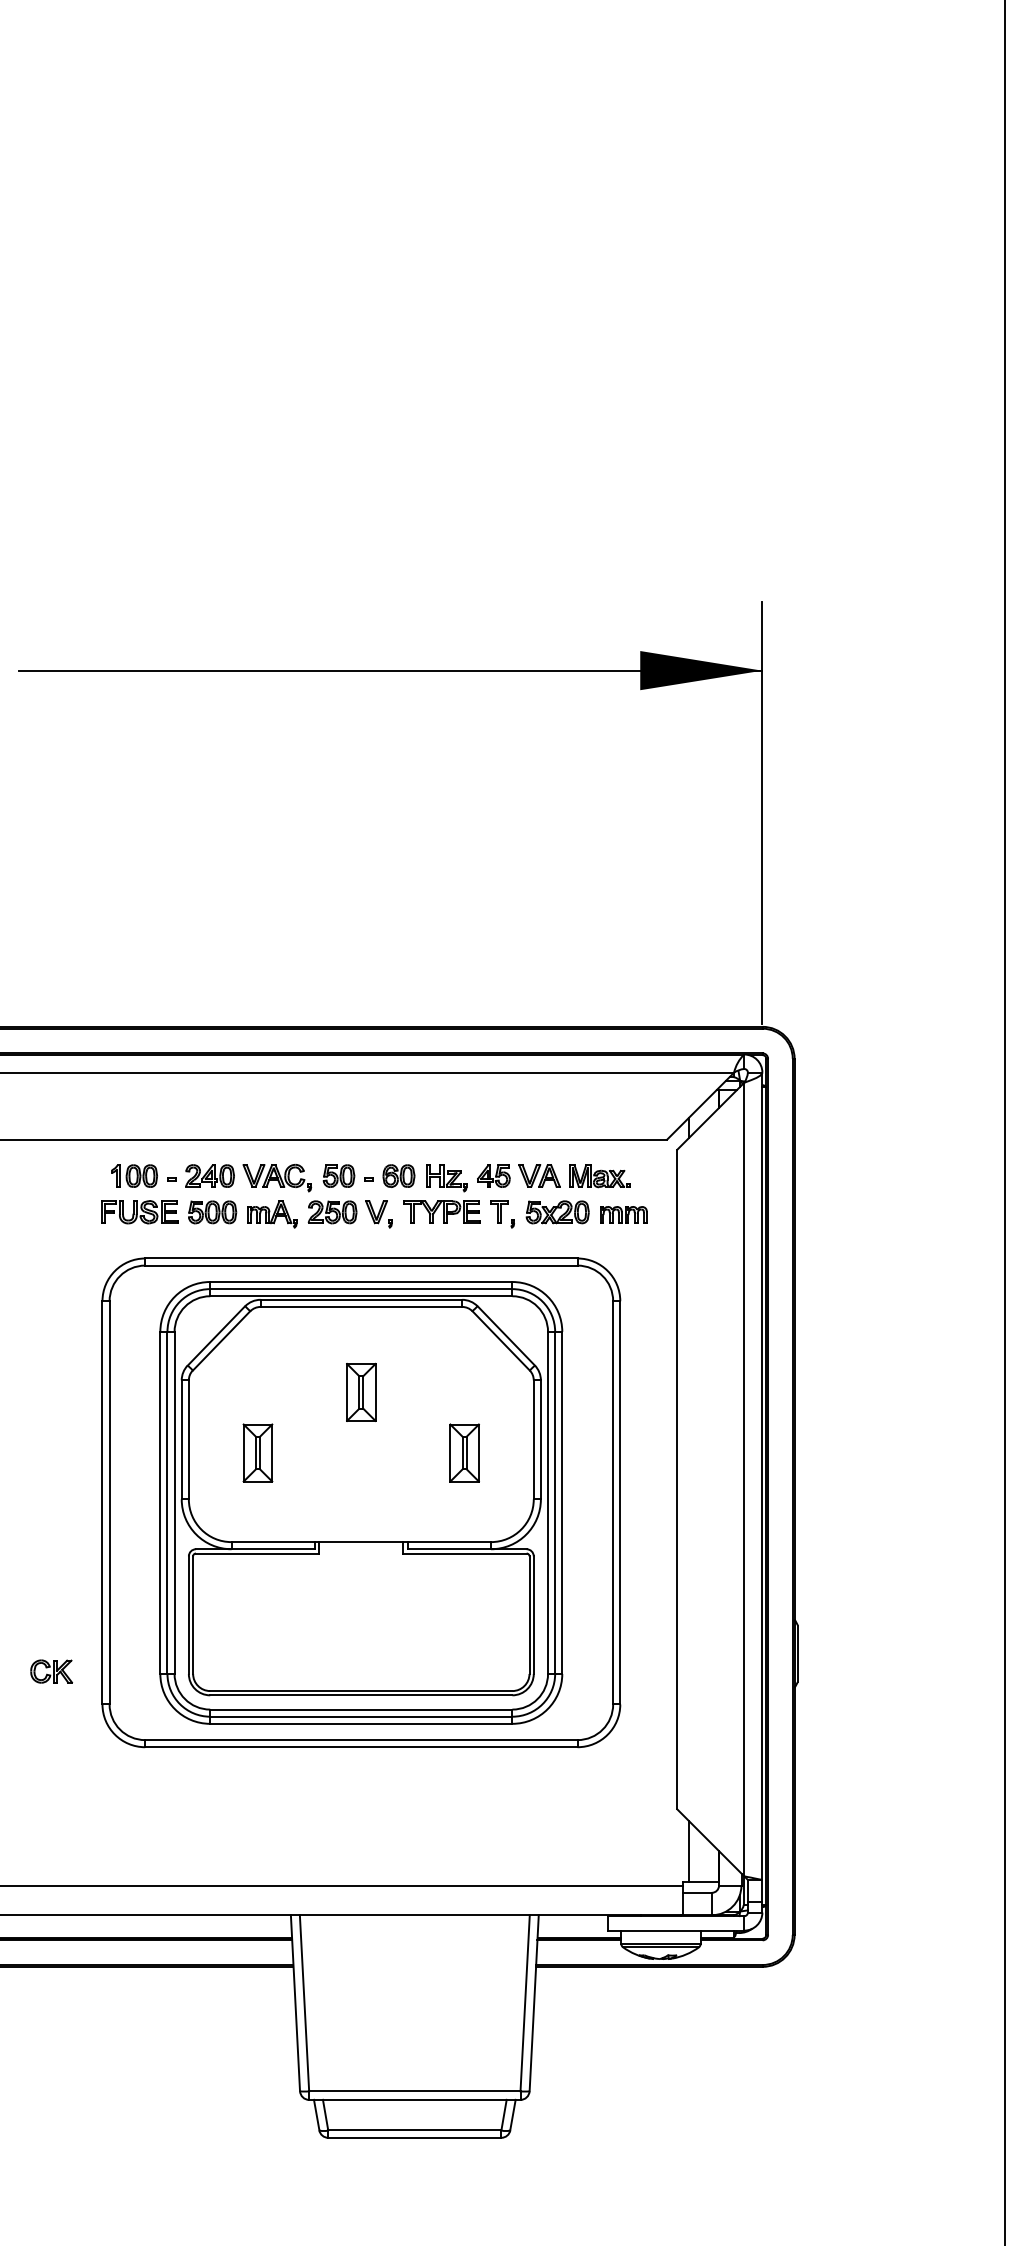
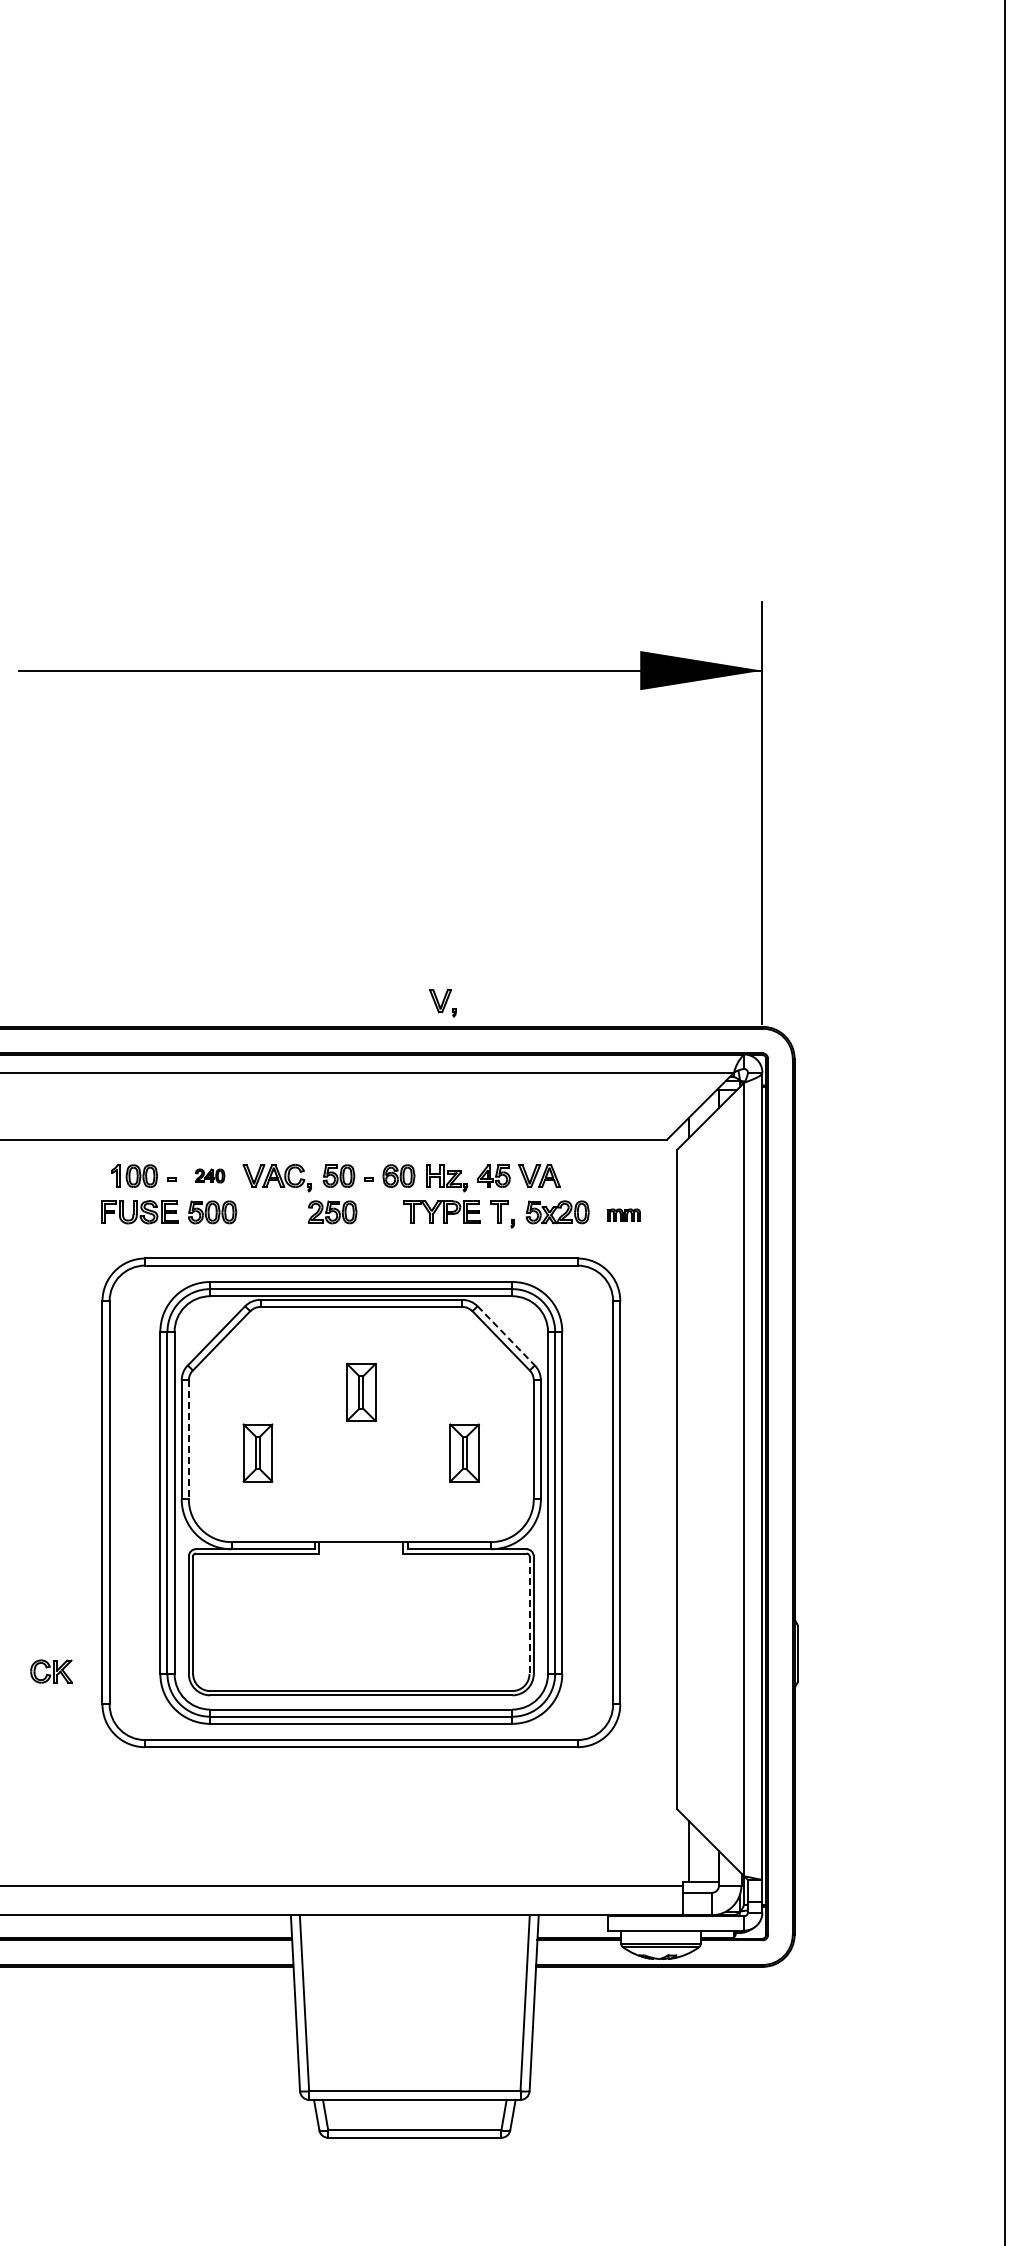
part at (209, 1175) size: 50x24 px -> 32x16 px
part at (599, 1176): present -> none
part at (272, 1214): present -> none
part at (378, 1214) position: (378, 1214) -> (442, 1003)
part at (623, 1214) size: 48x18 px -> 34x14 px
line at (506, 1336): solid -> dashed
line at (188, 1439): solid -> dashed
line at (529, 1615): solid -> dashed
